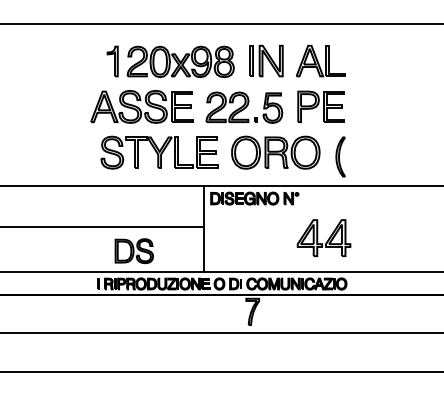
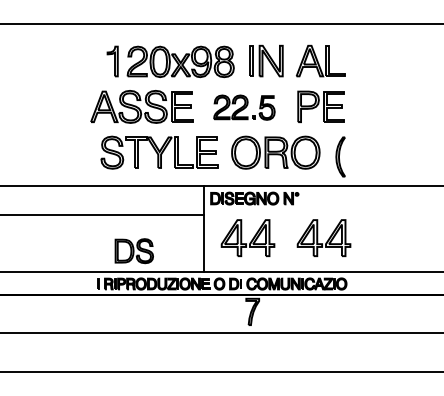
part at (244, 107) size: 79x33 px -> 63x27 px
line at (102, 226) position: (102, 226) -> (102, 214)
part at (247, 238): none -> present
